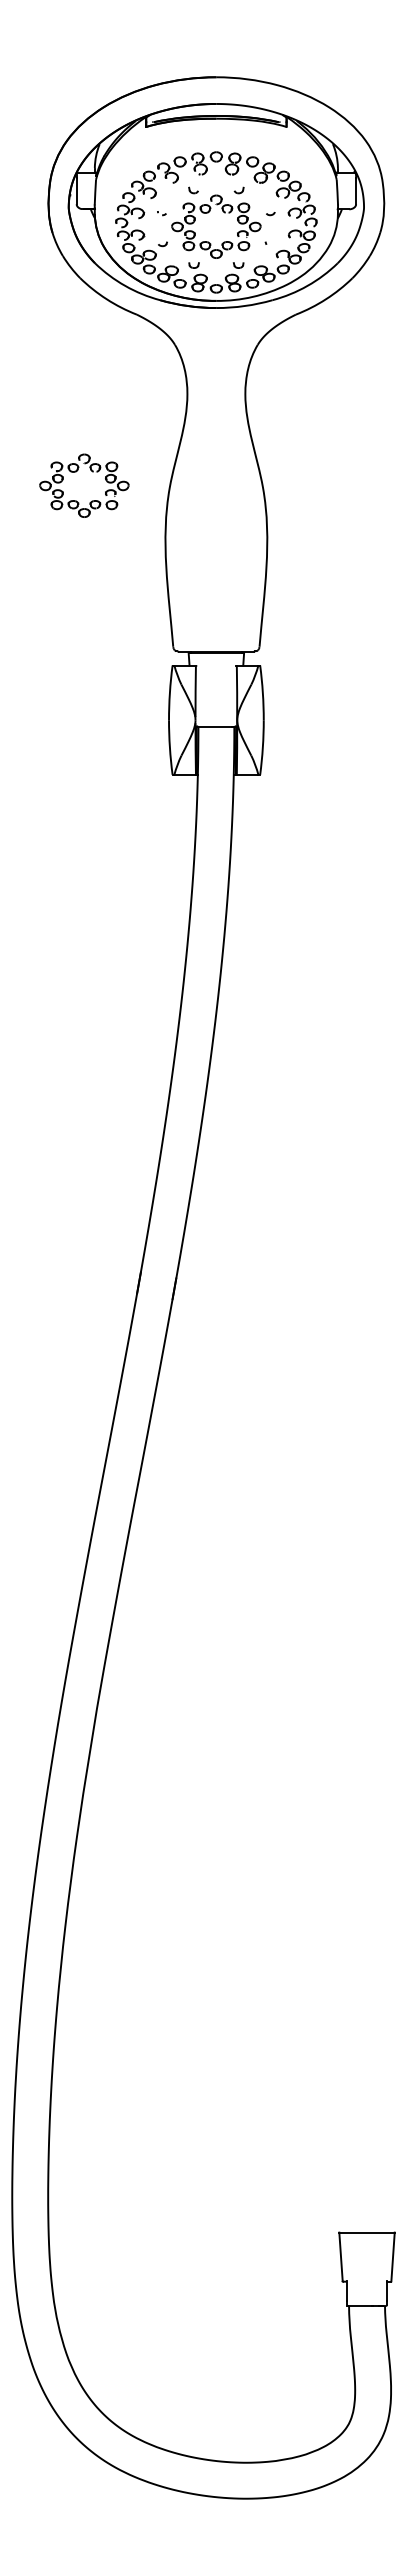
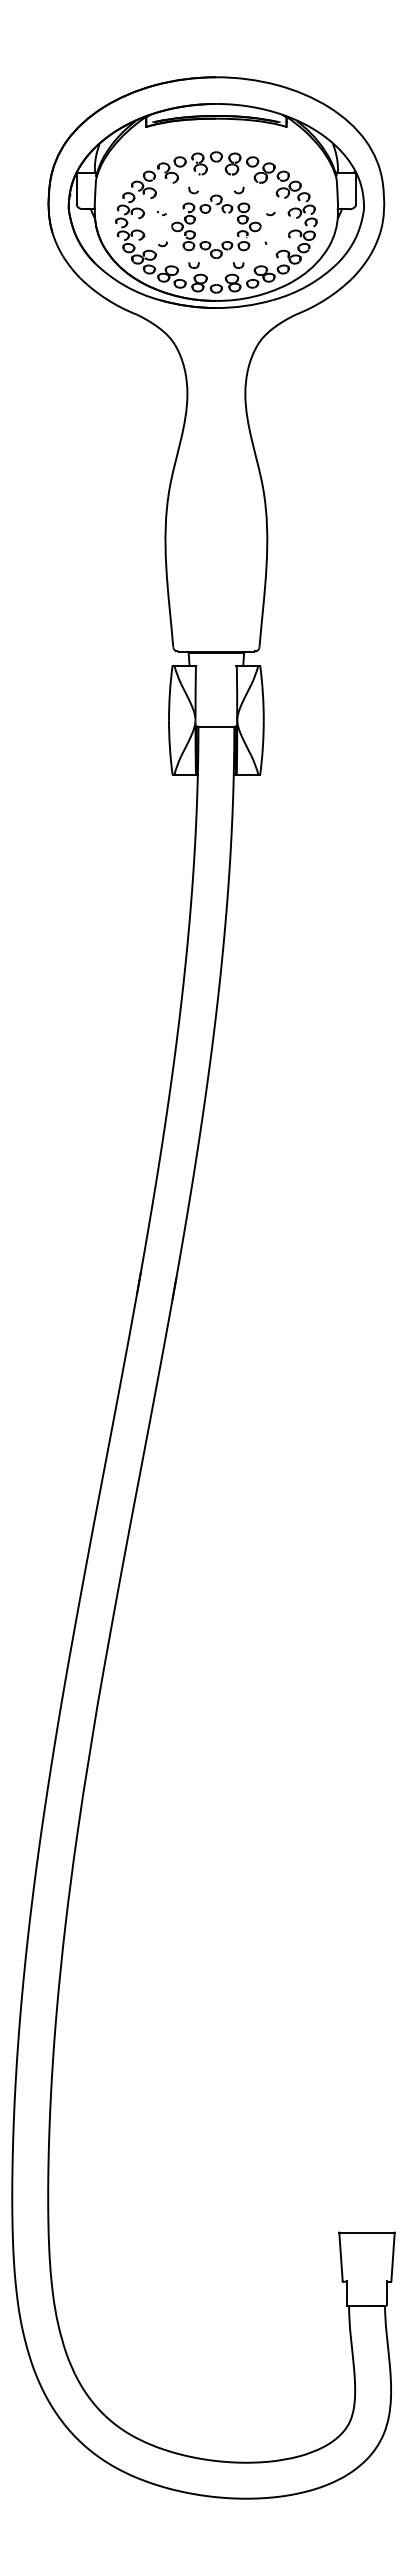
part at (76, 472): present -> none
